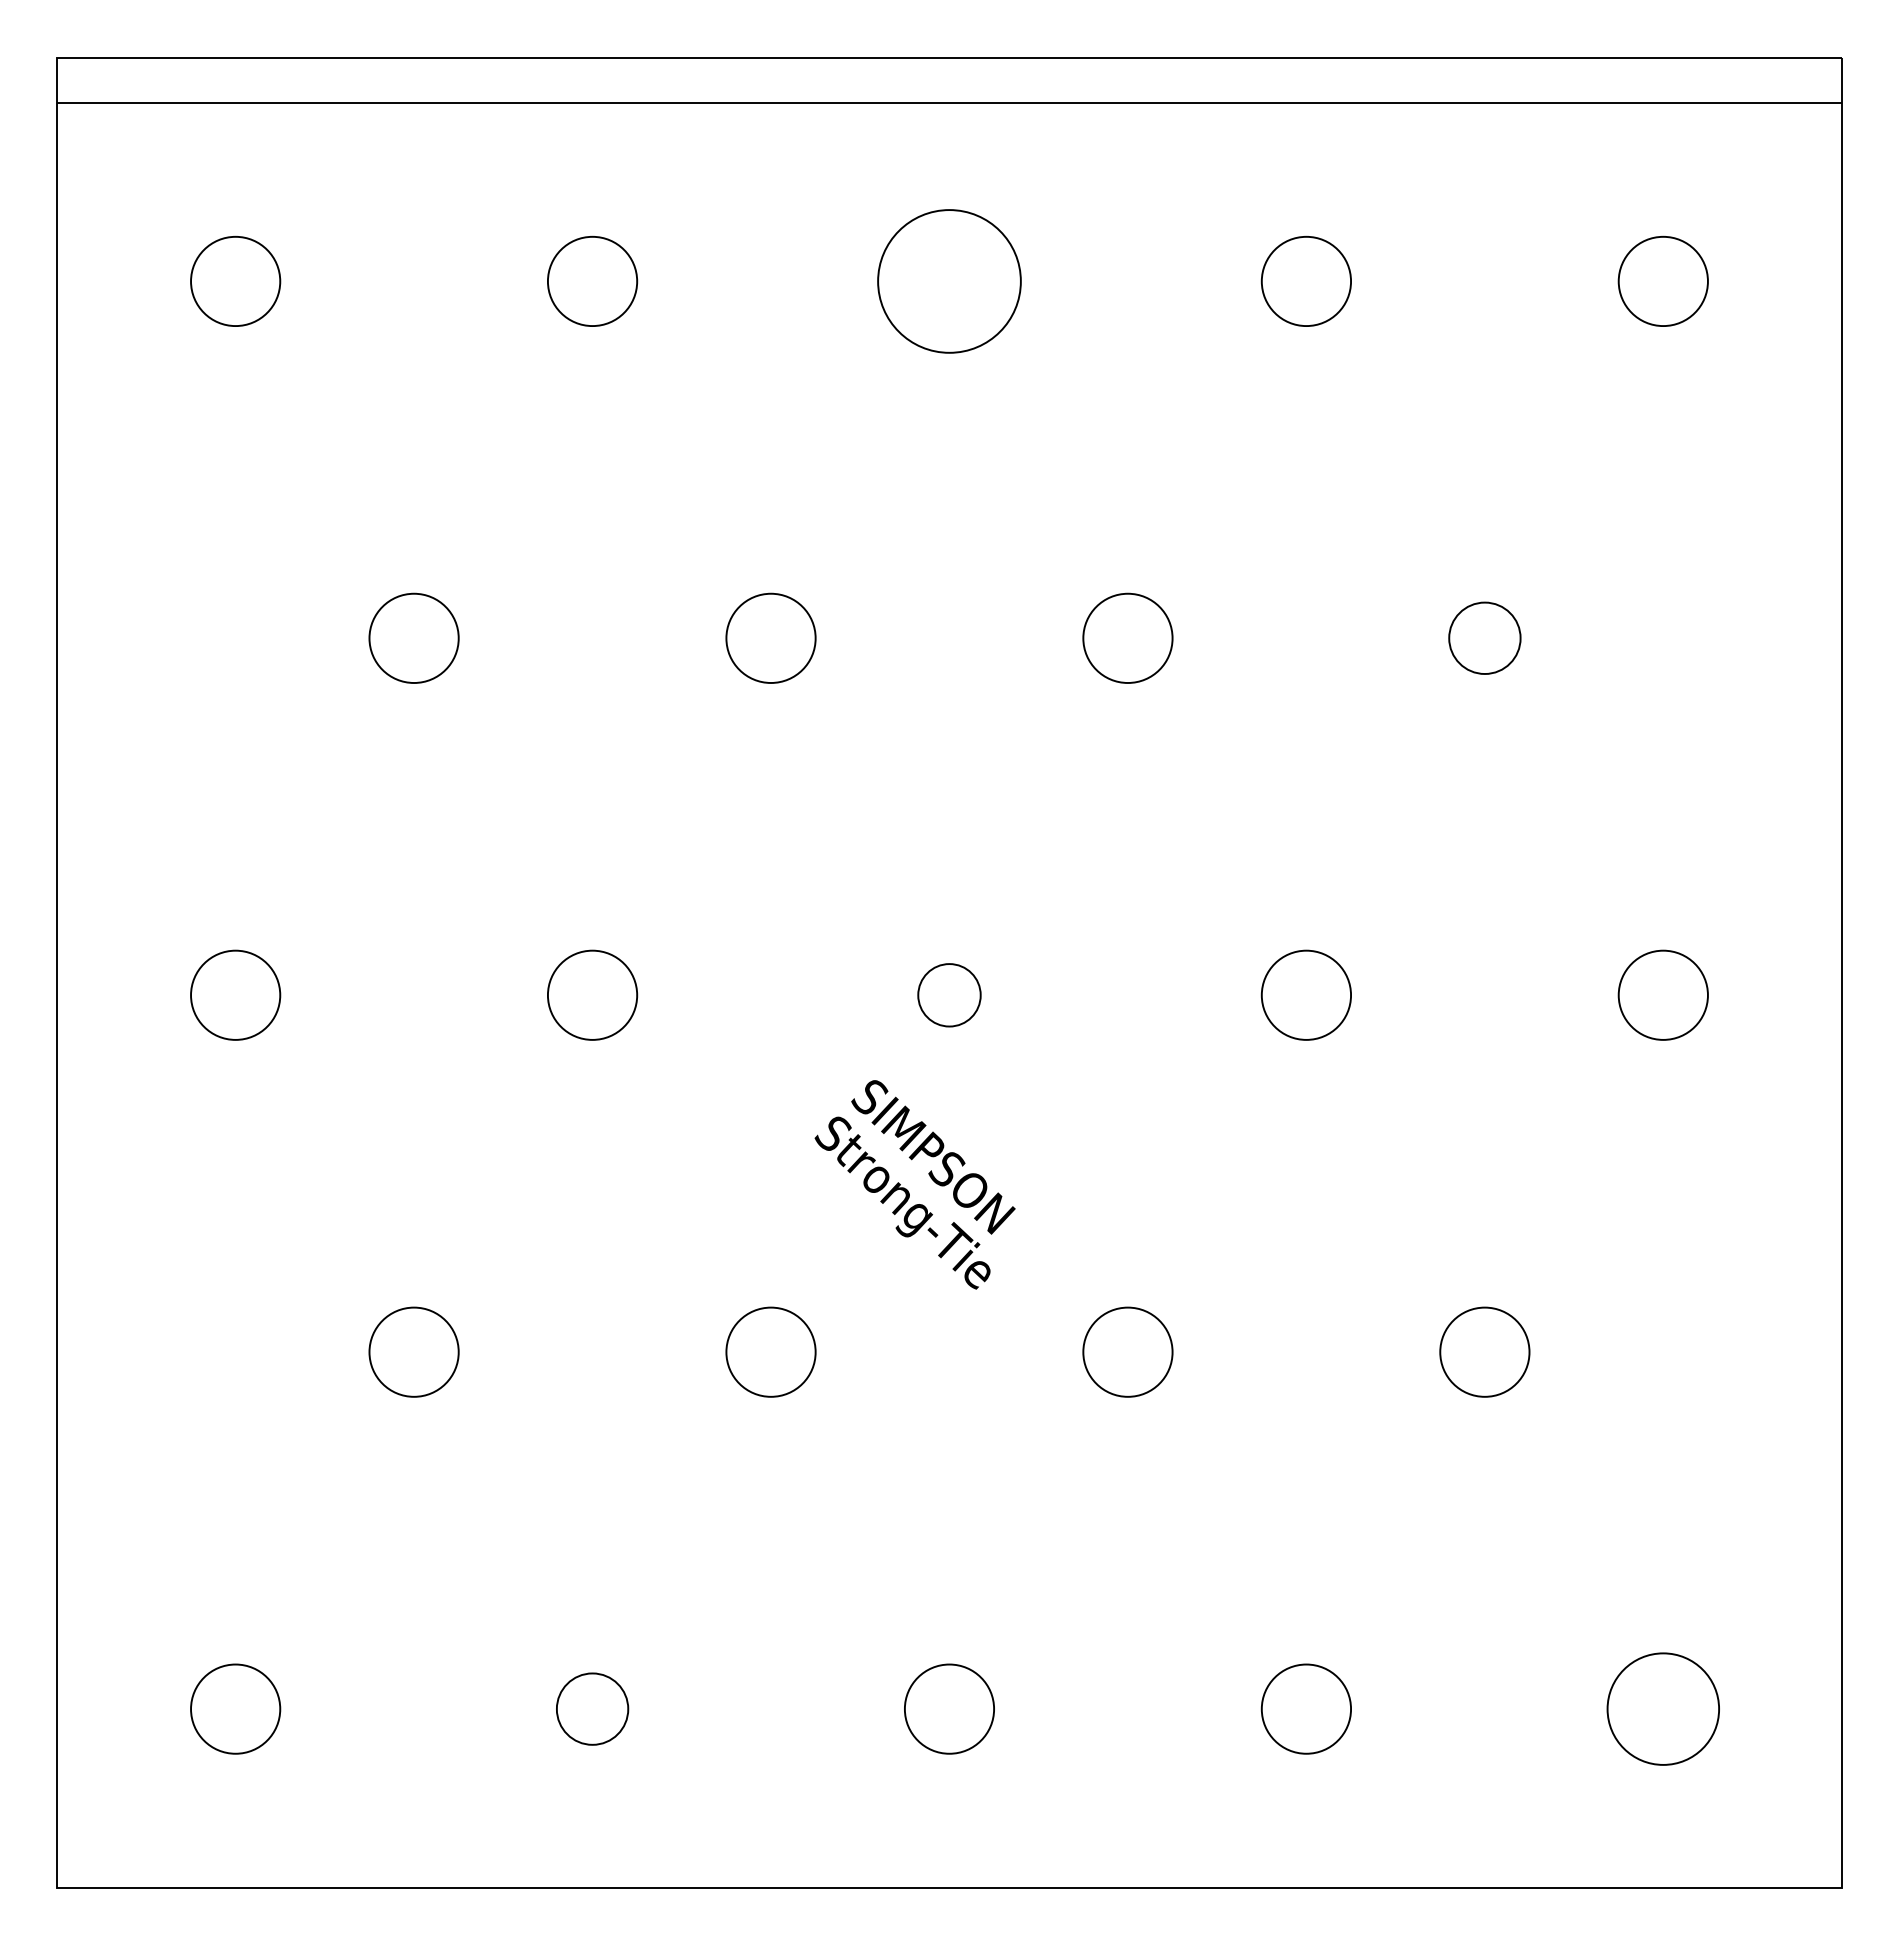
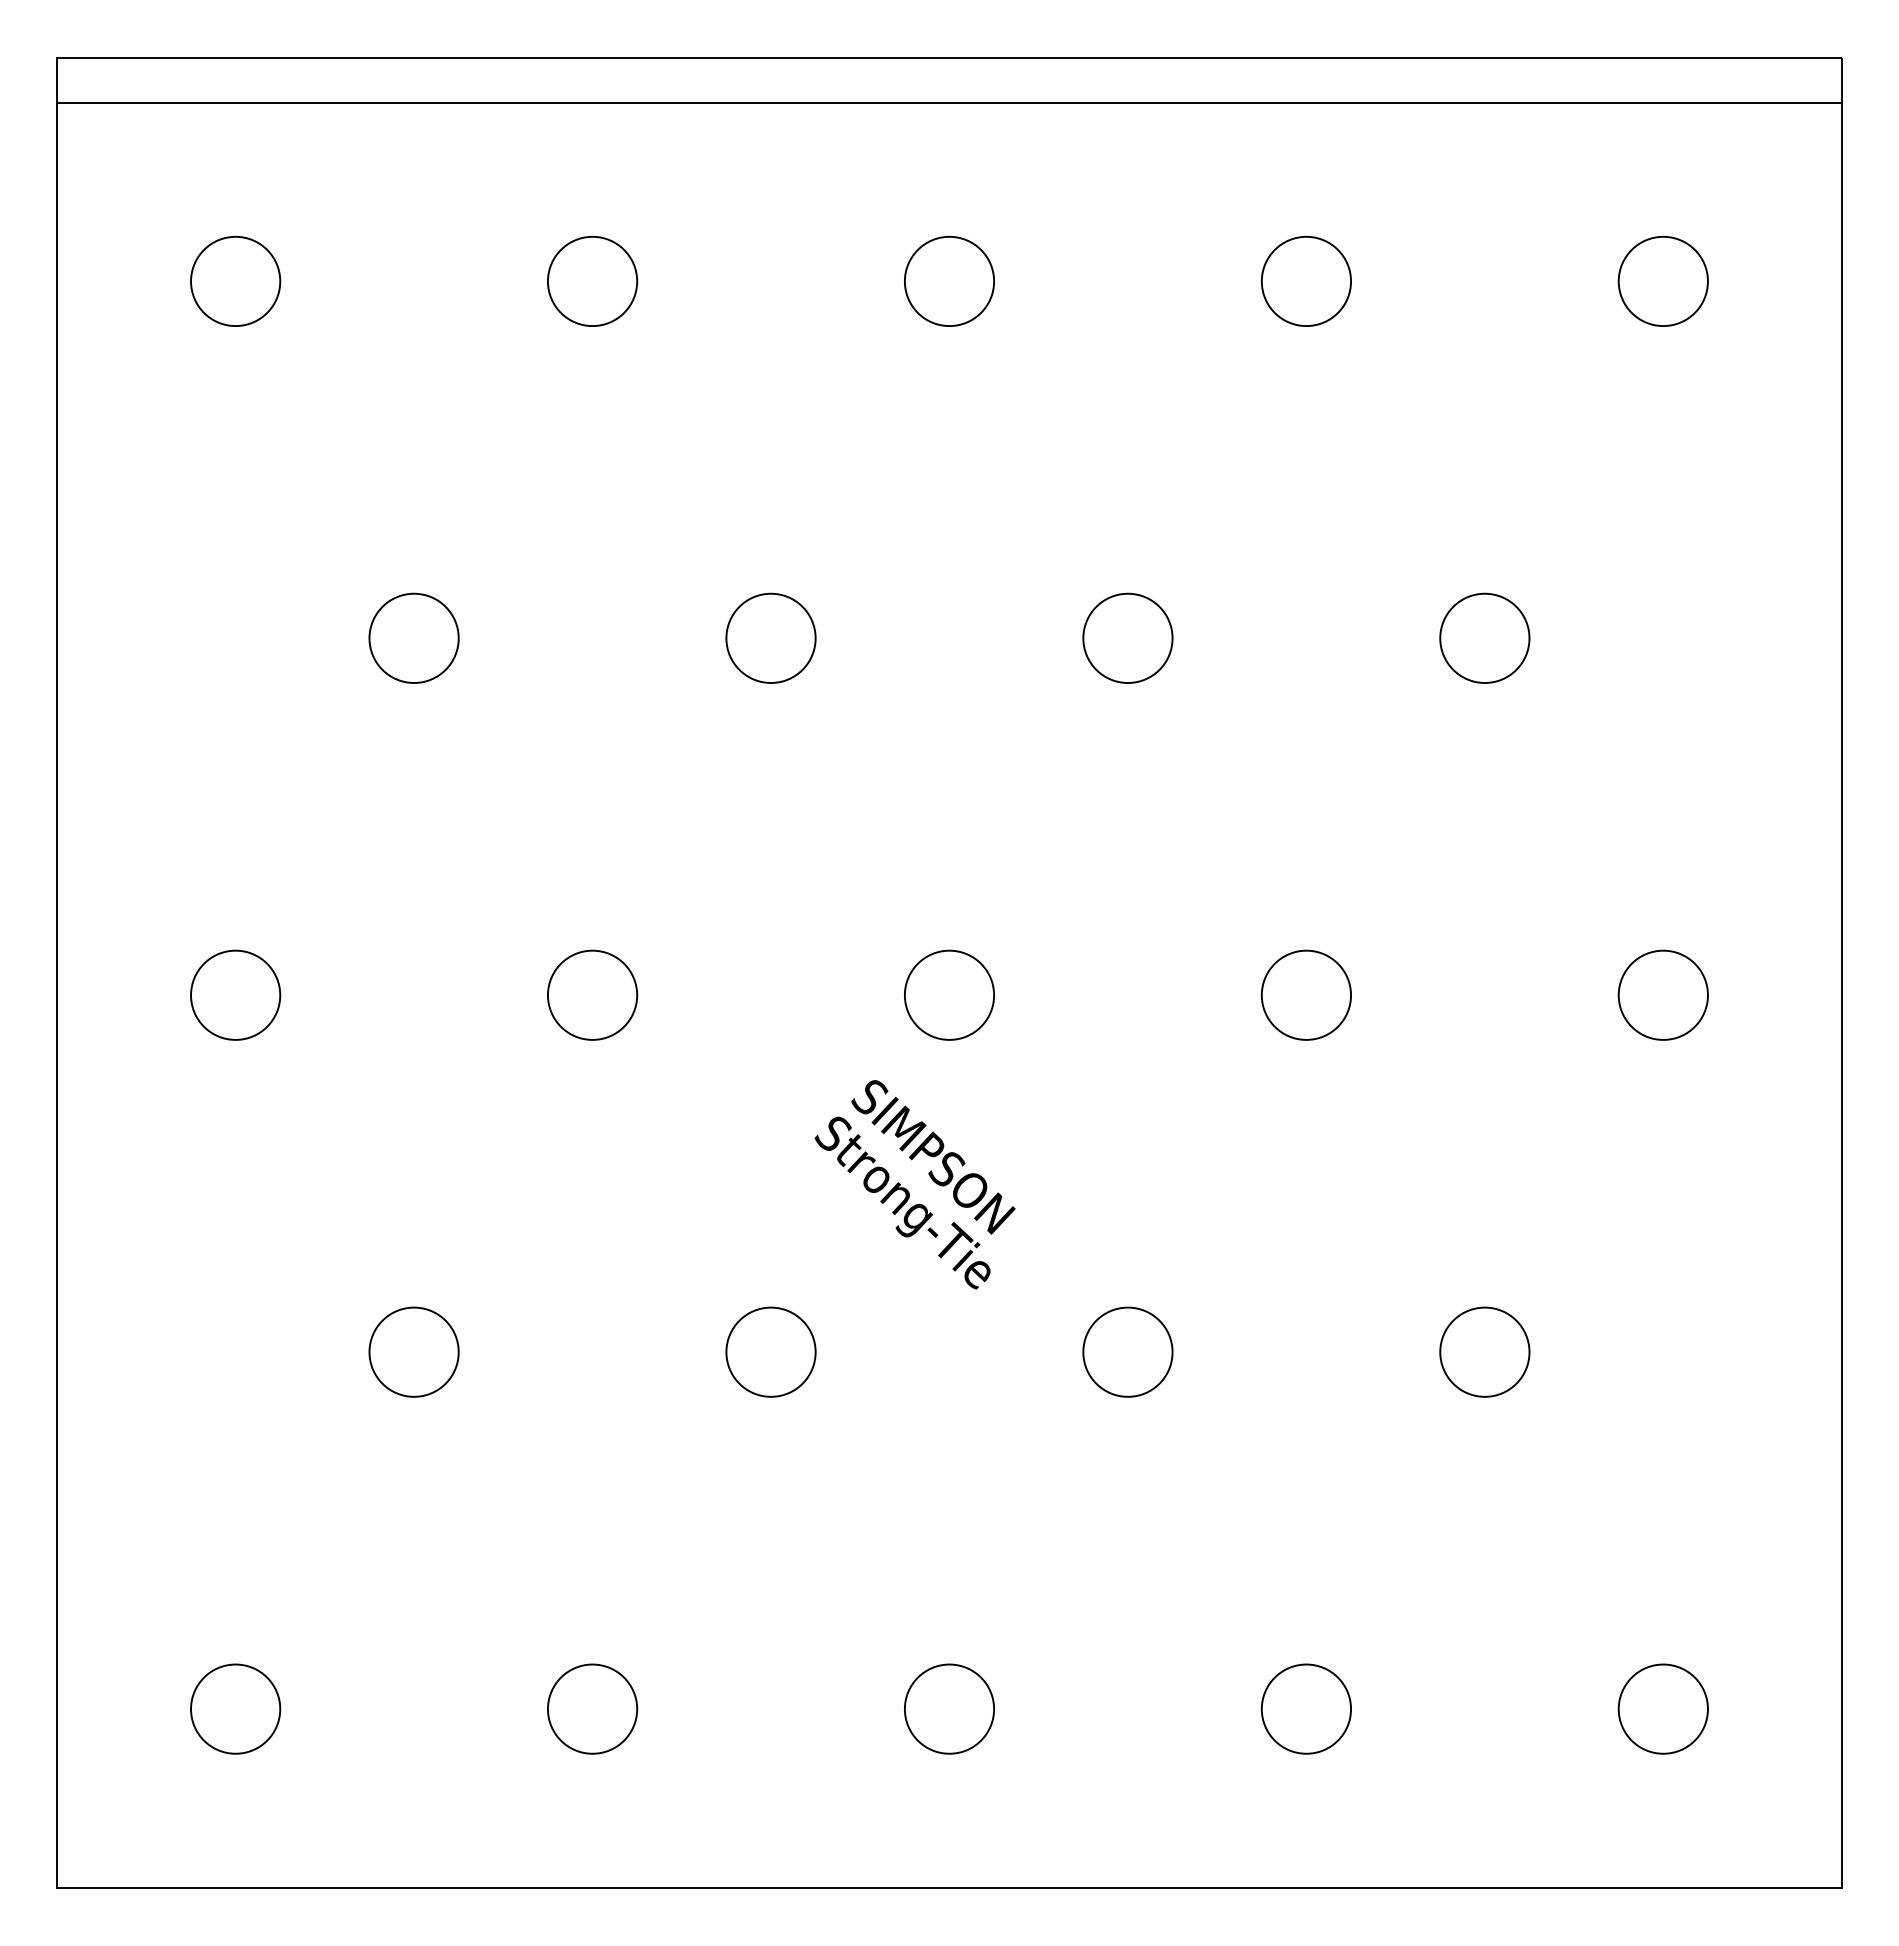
circle at (949, 281) diameter: 143 px -> 89 px
circle at (1484, 637) size: 74x74 px -> 92x92 px
circle at (949, 995) diameter: 62 px -> 89 px
circle at (592, 1708) diameter: 71 px -> 89 px
circle at (1663, 1708) diameter: 112 px -> 89 px
